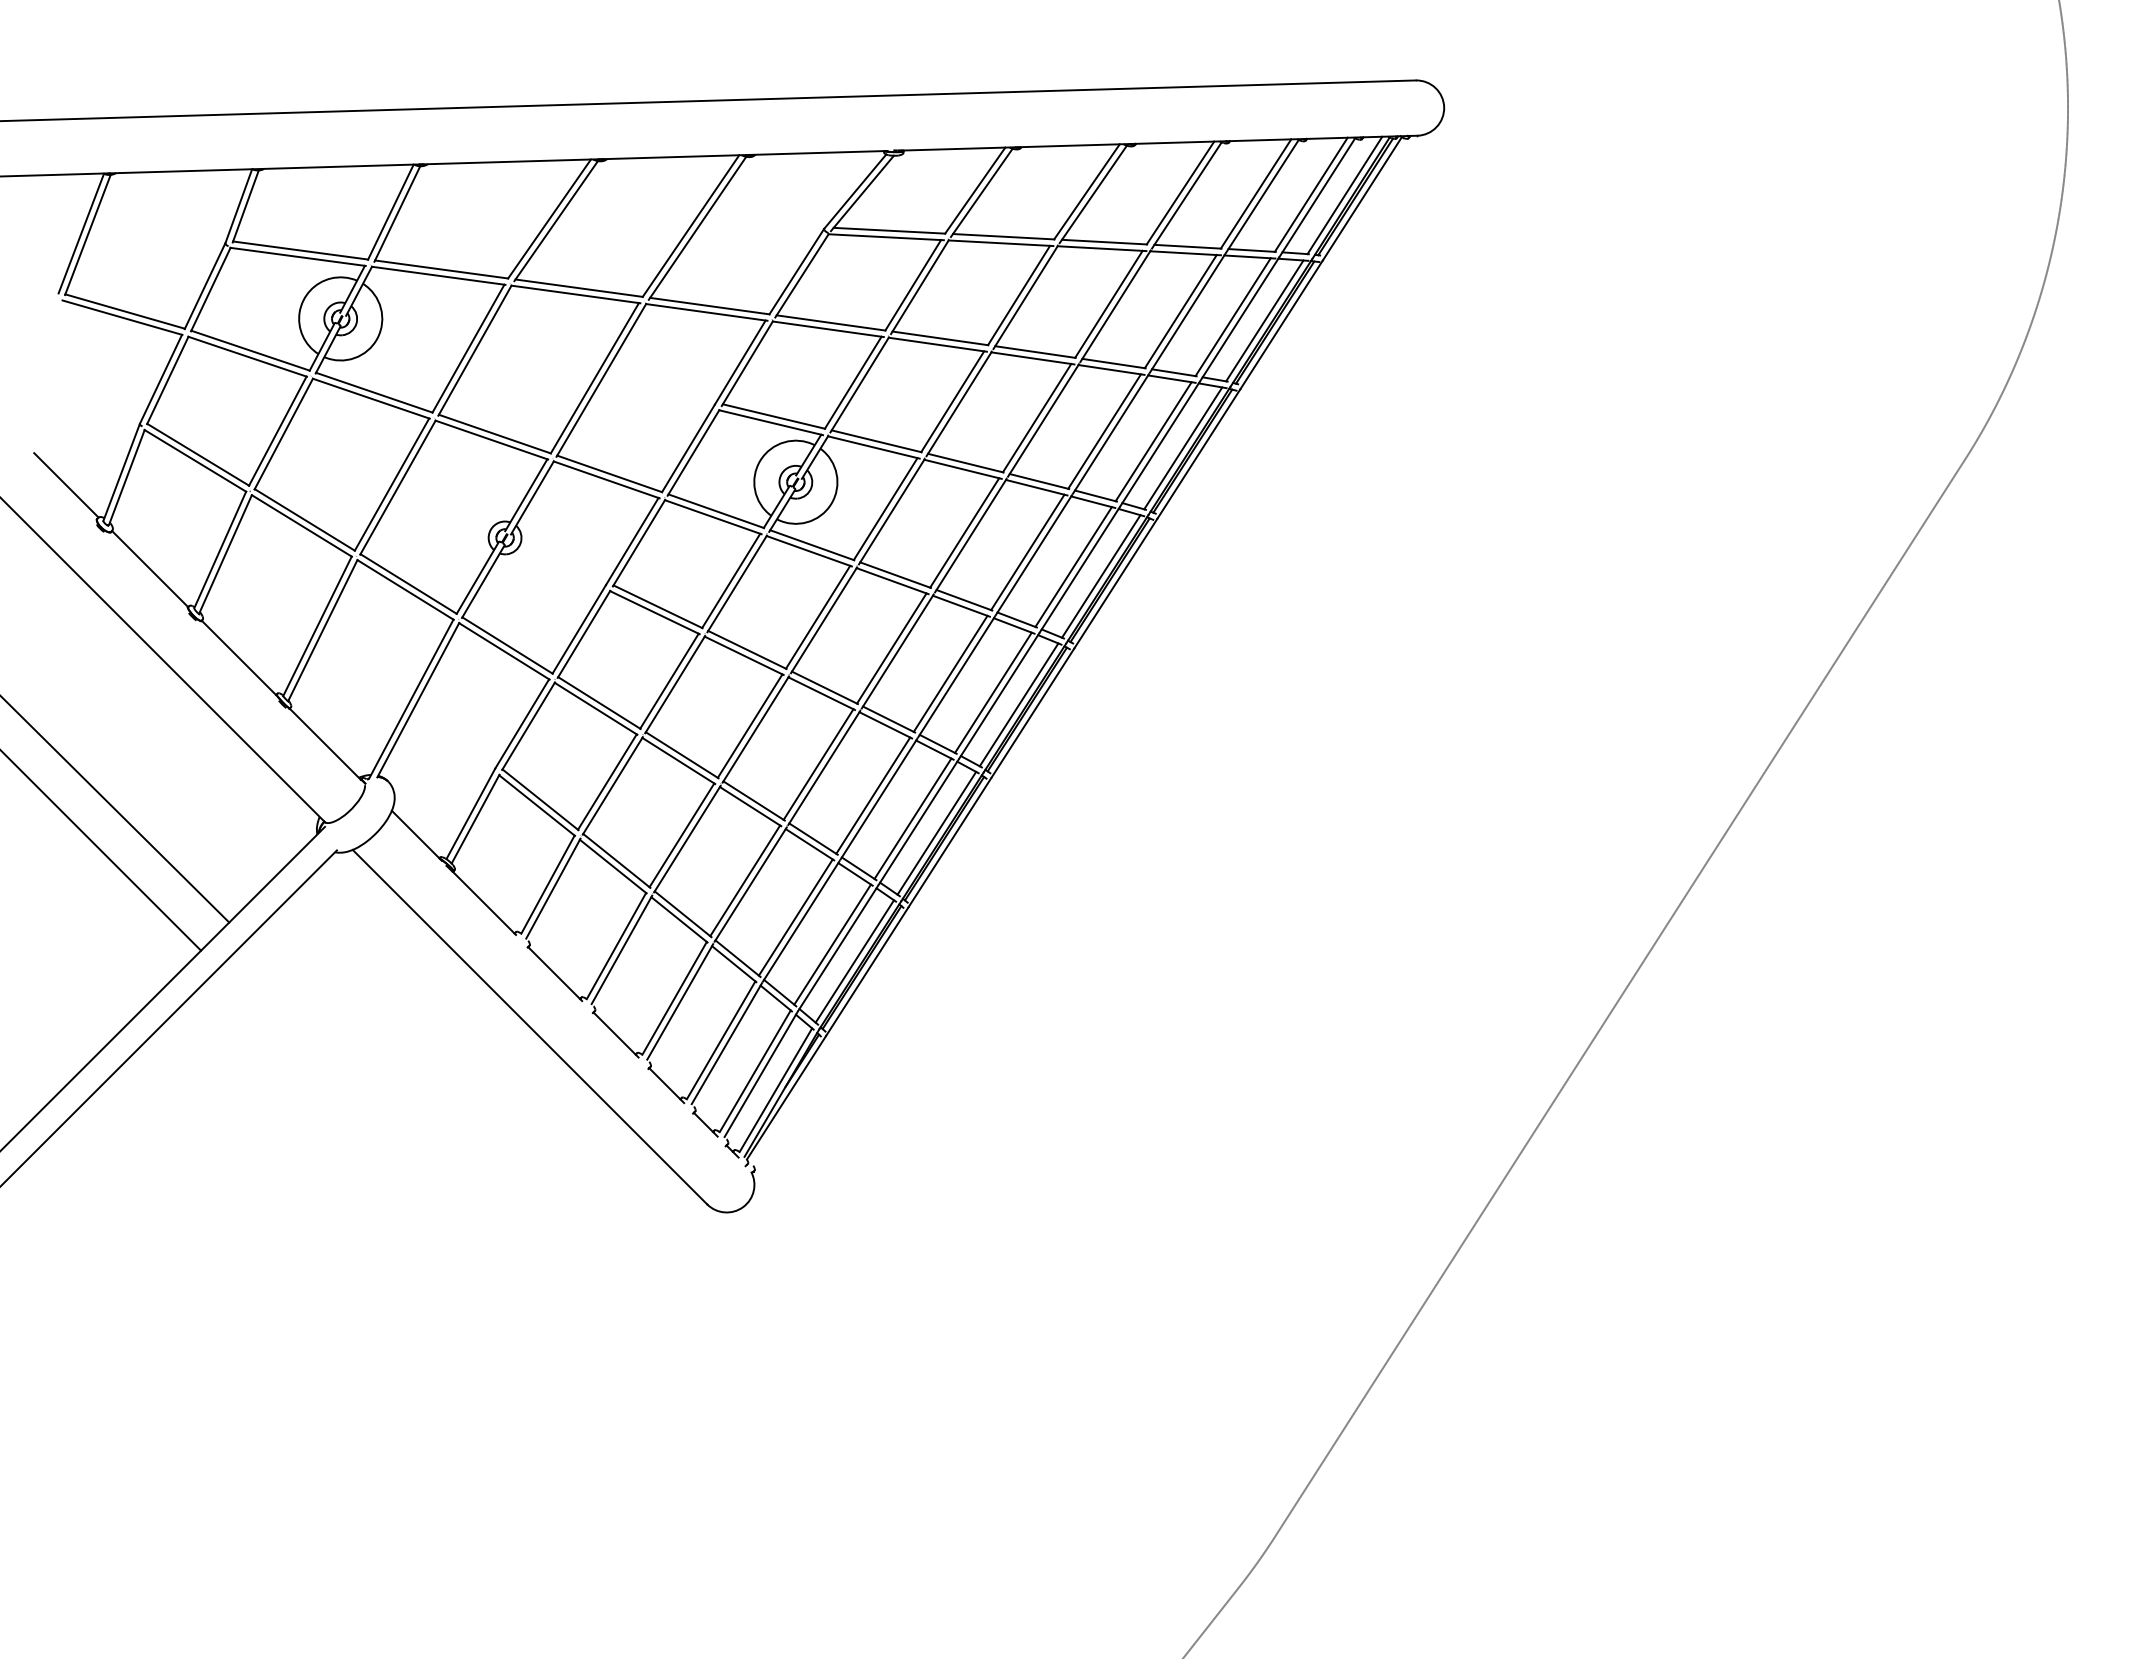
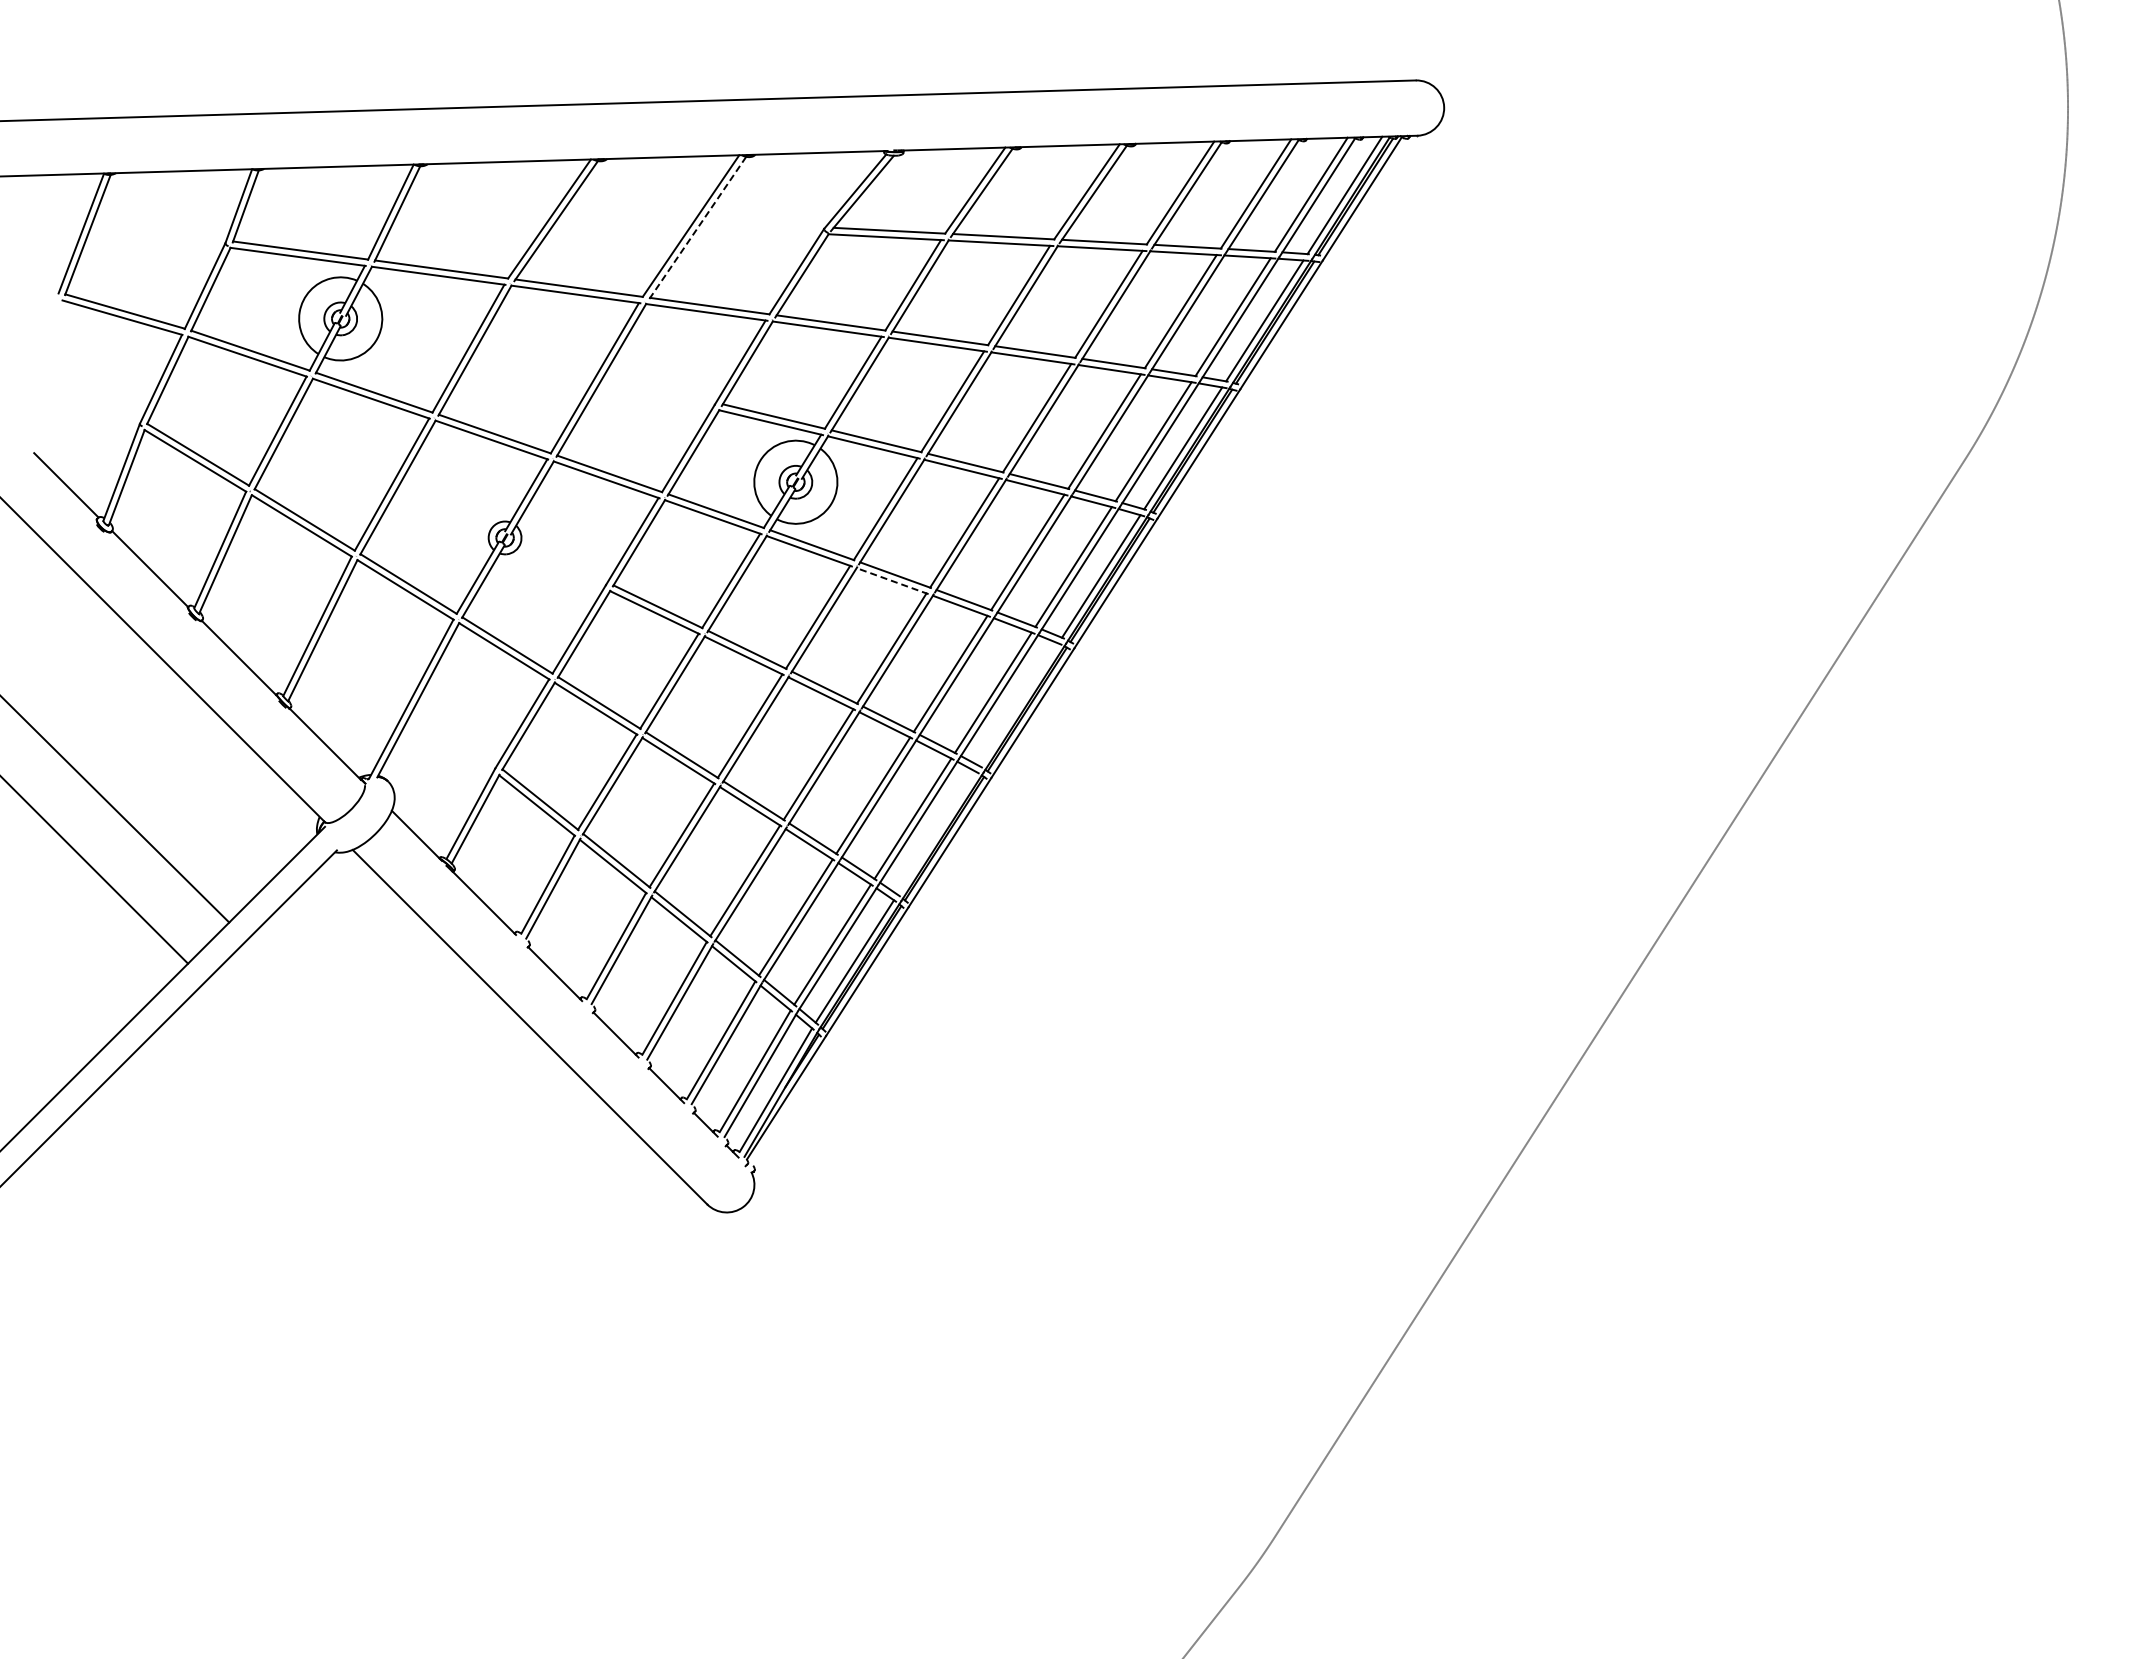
line at (697, 228): solid -> dashed
line at (892, 581): solid -> dashed
line at (1018, 704): present -> none
line at (936, 832): present -> none
line at (101, 851) position: (101, 851) -> (95, 870)
